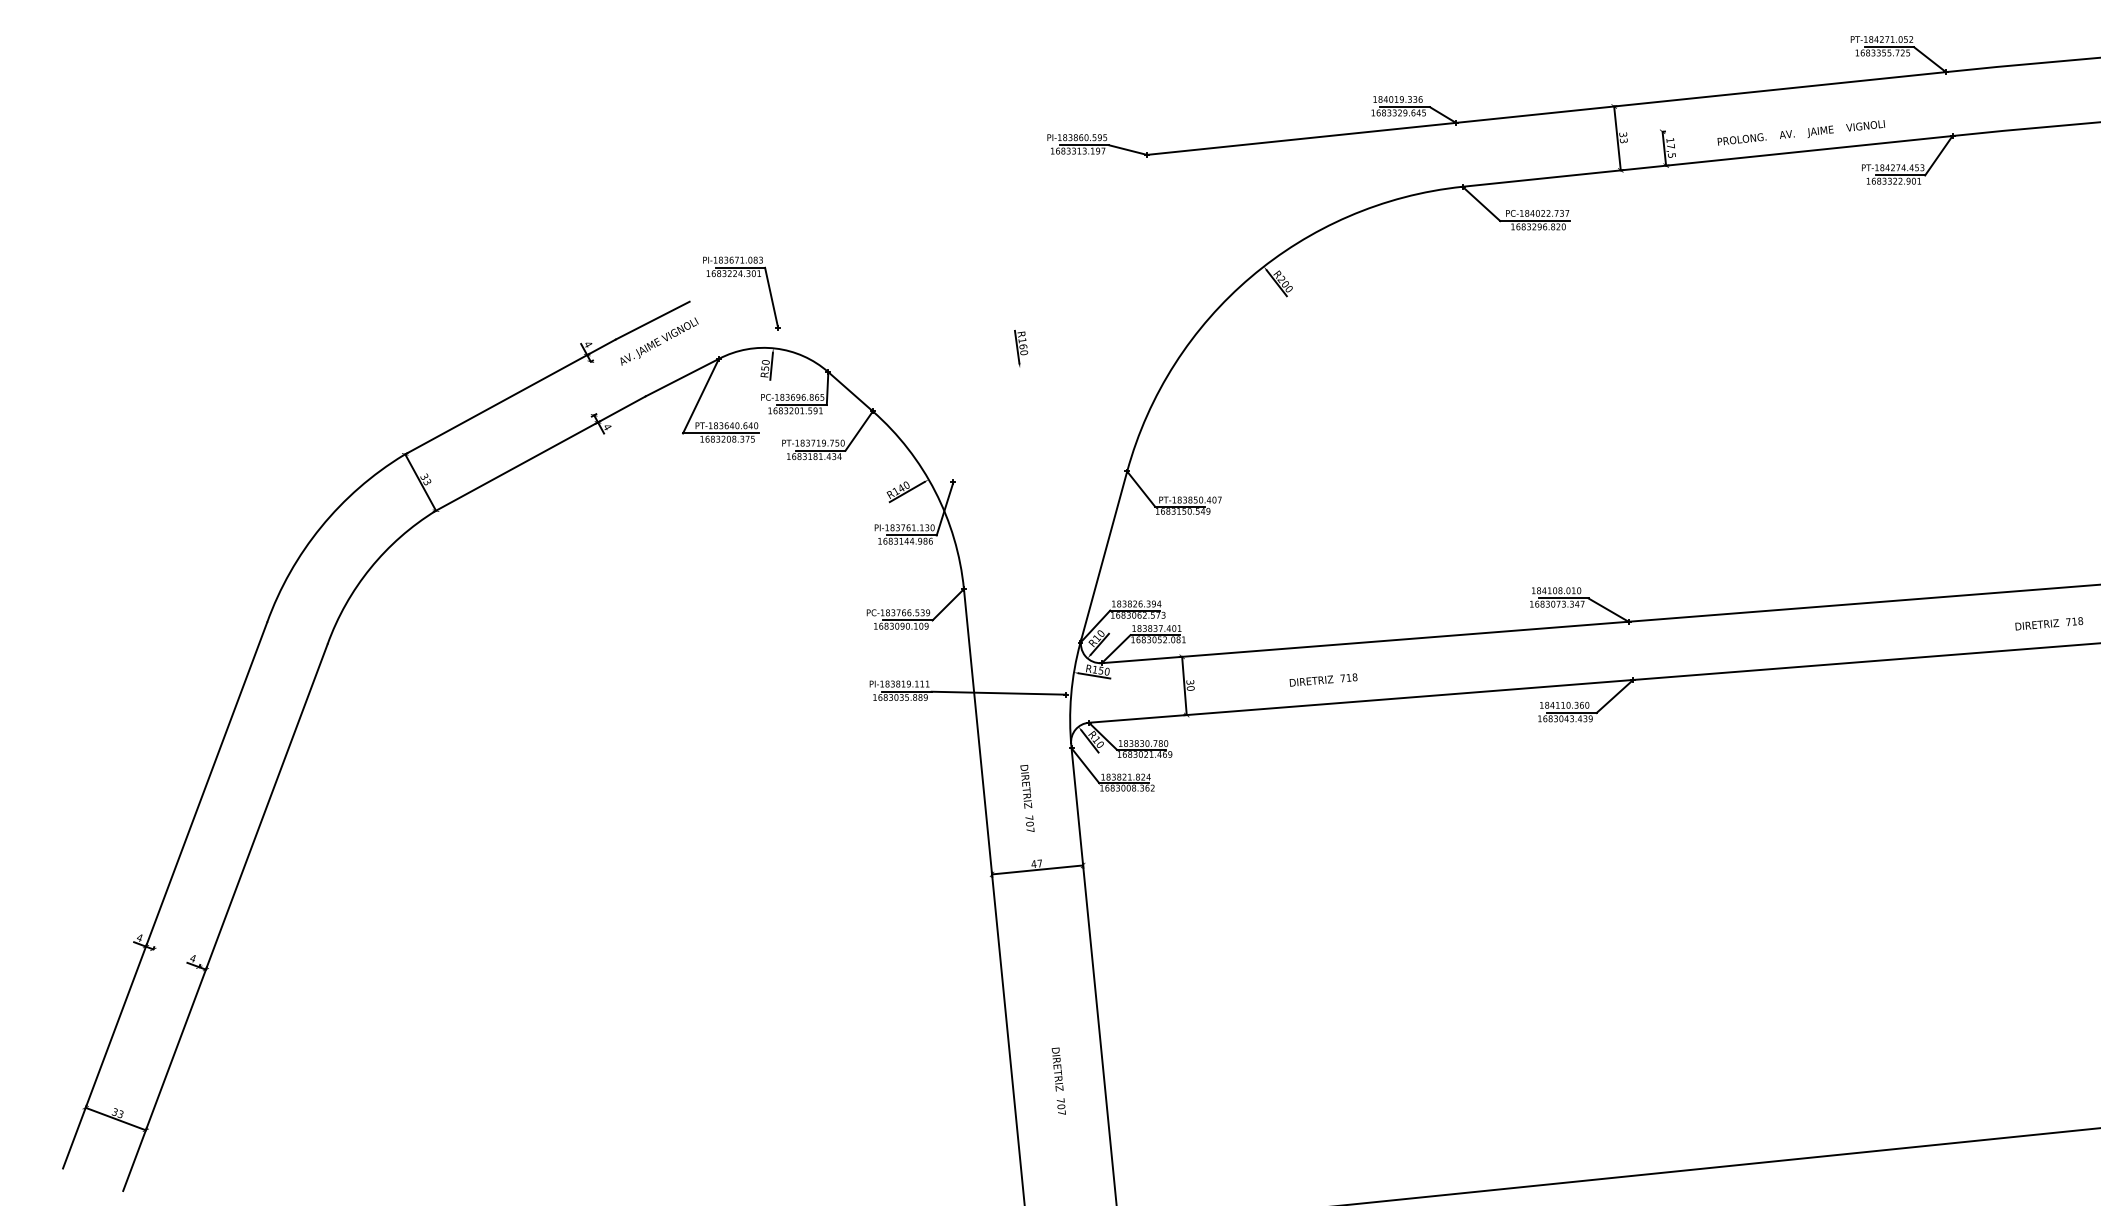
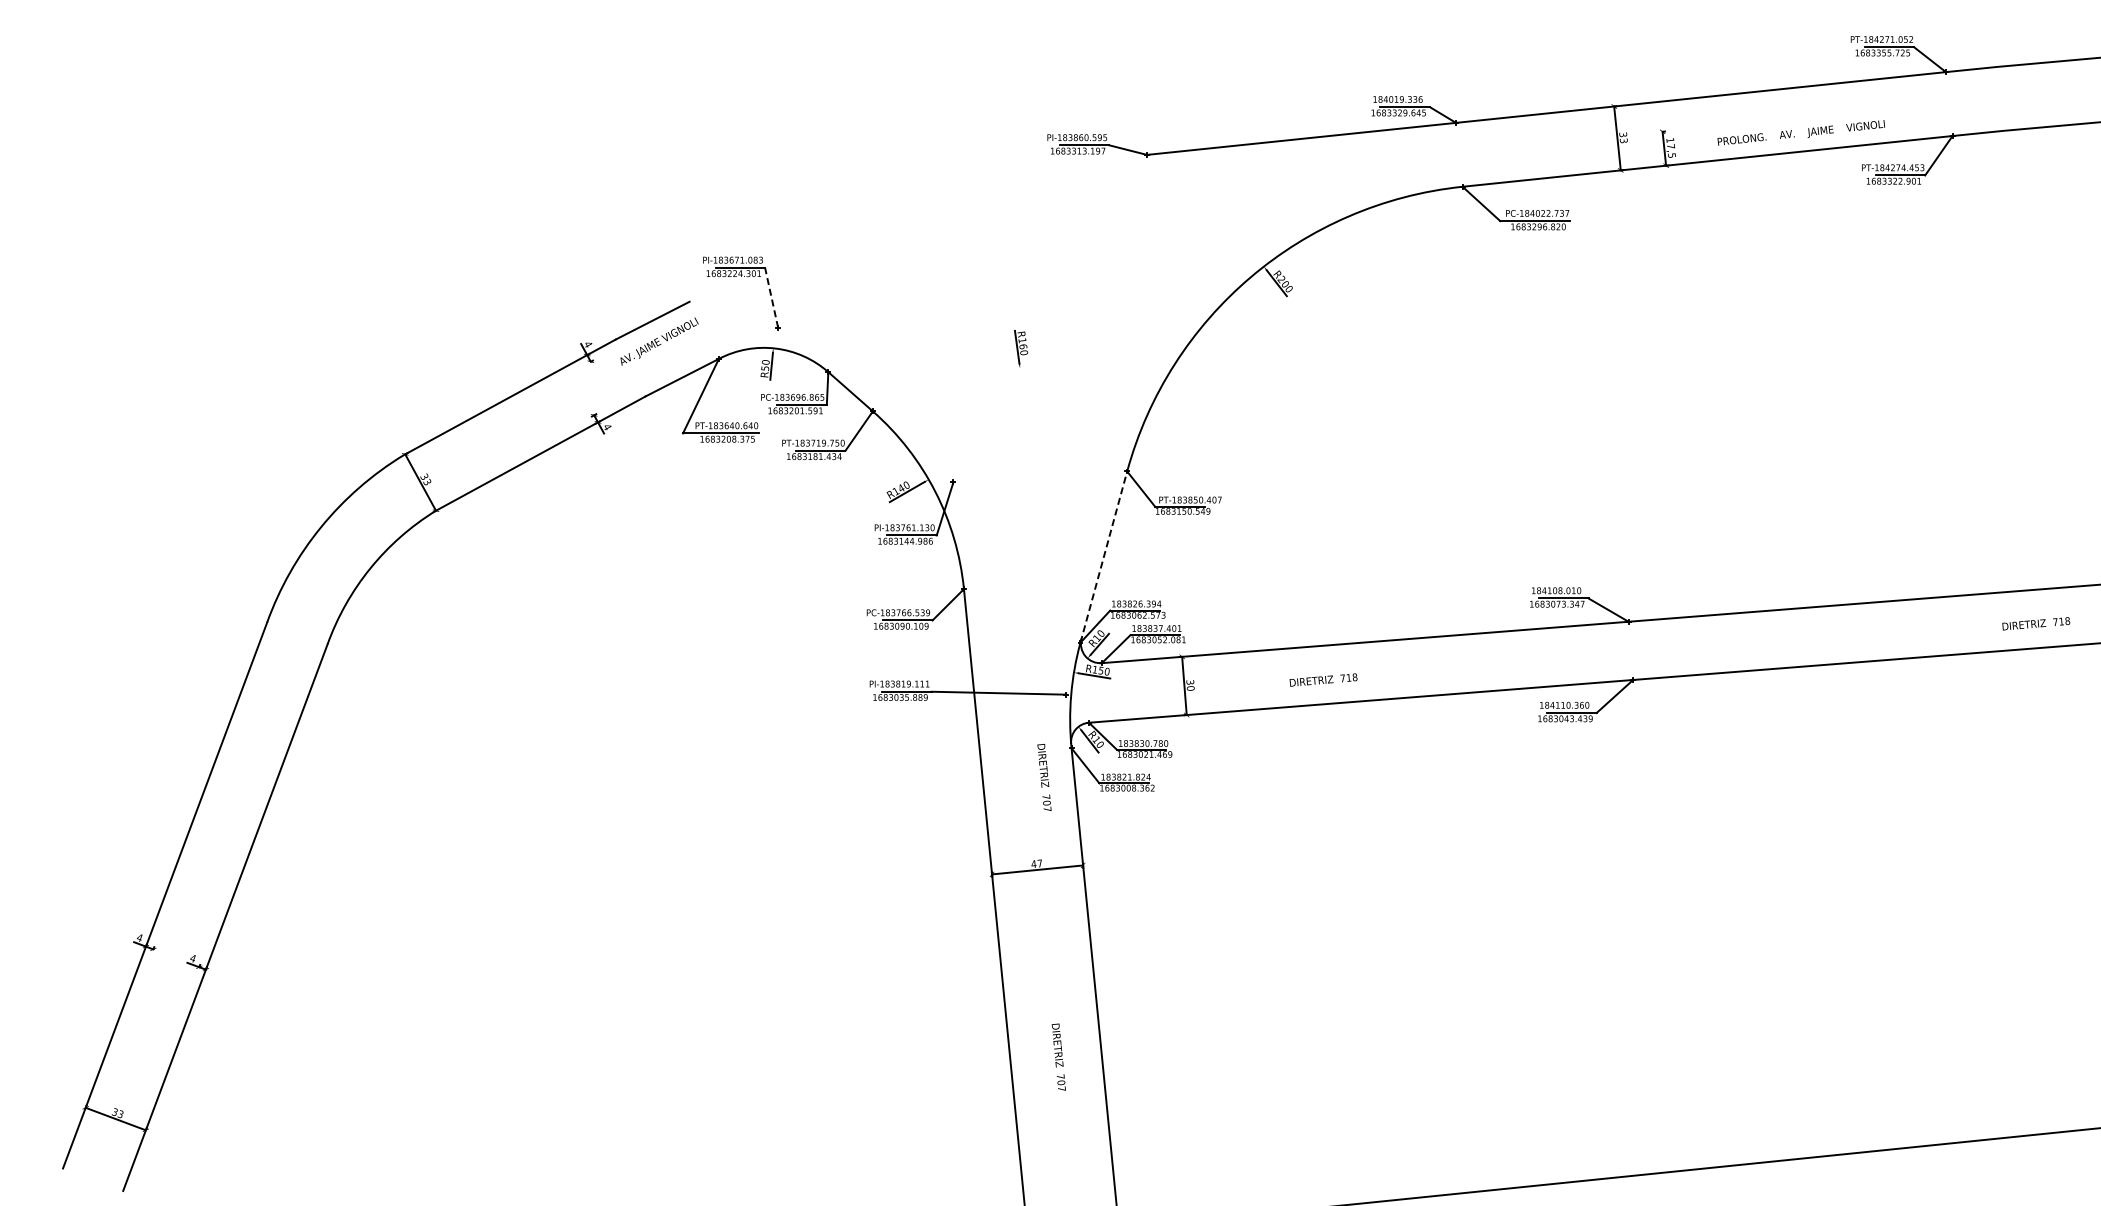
line at (771, 297): solid -> dashed
line at (1103, 557): solid -> dashed
text at (2049, 623) position: (2049, 623) -> (2036, 623)
text at (1027, 797) position: (1027, 797) -> (1044, 776)
text at (1058, 1080) position: (1058, 1080) -> (1058, 1056)
